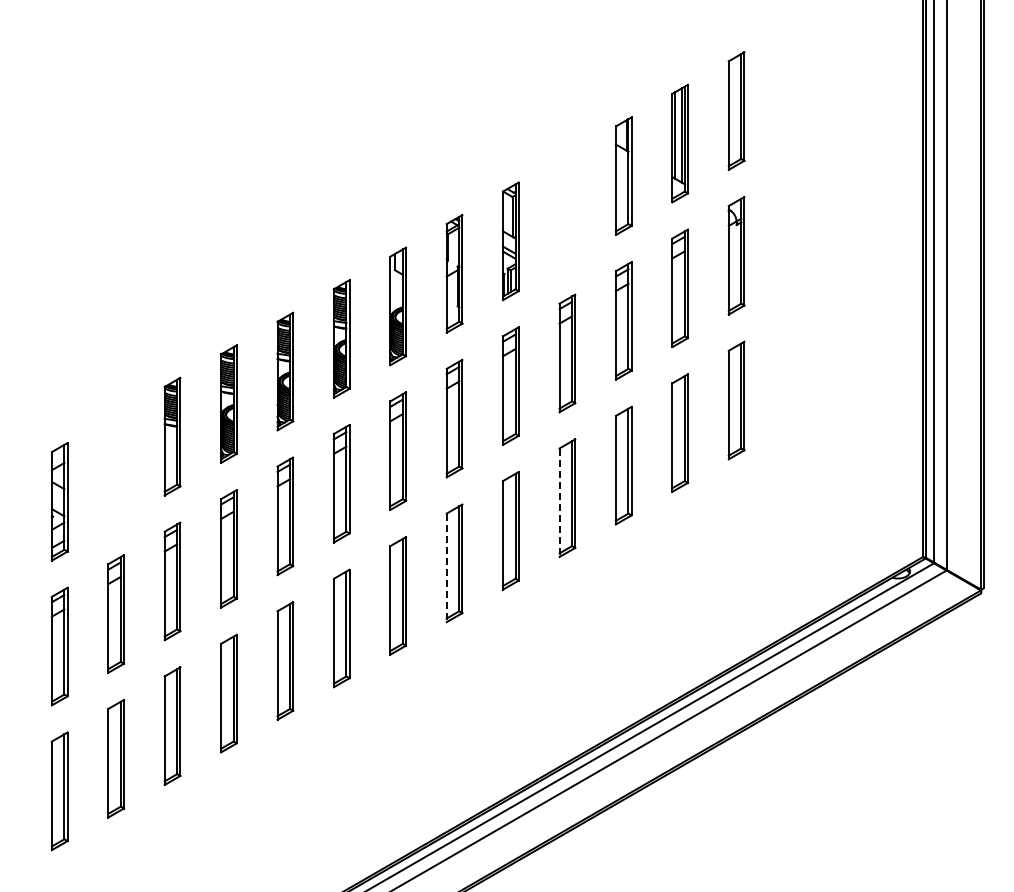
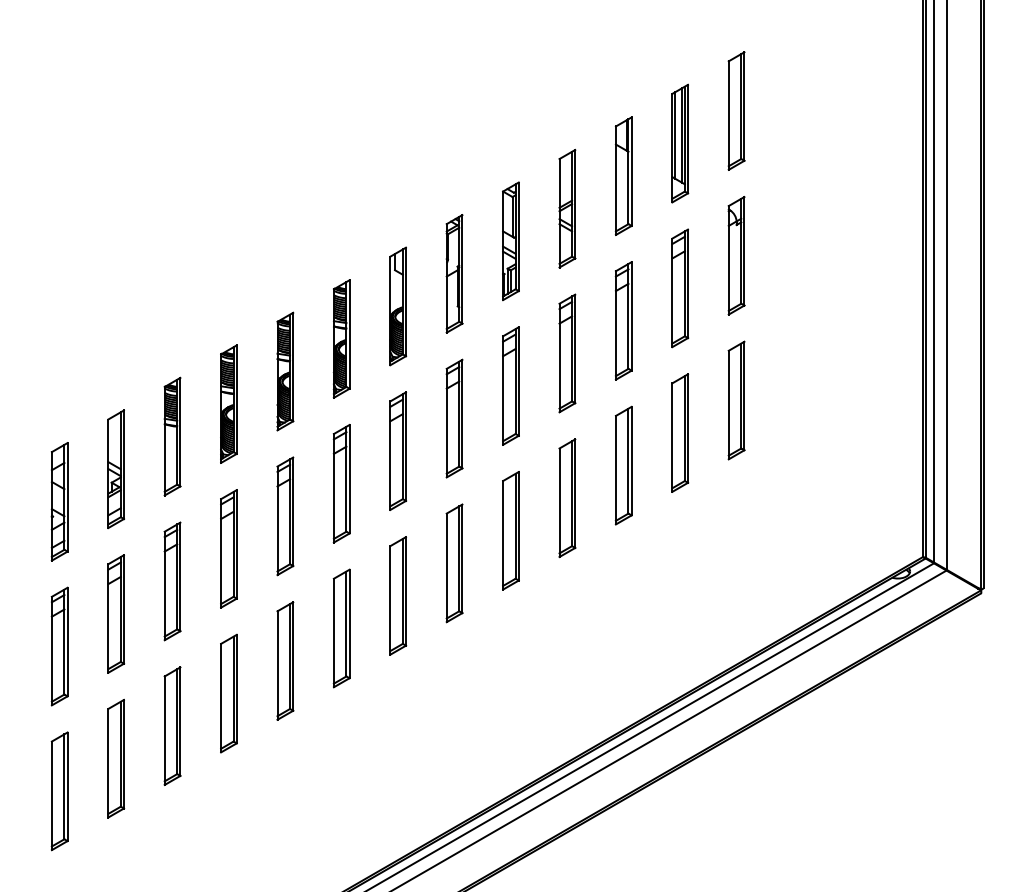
part at (567, 208): none -> present
part at (115, 469): none -> present
line at (559, 503): dashed -> solid
line at (446, 568): dashed -> solid
